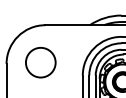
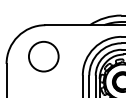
circle at (40, 62) position: (40, 62) -> (43, 56)
